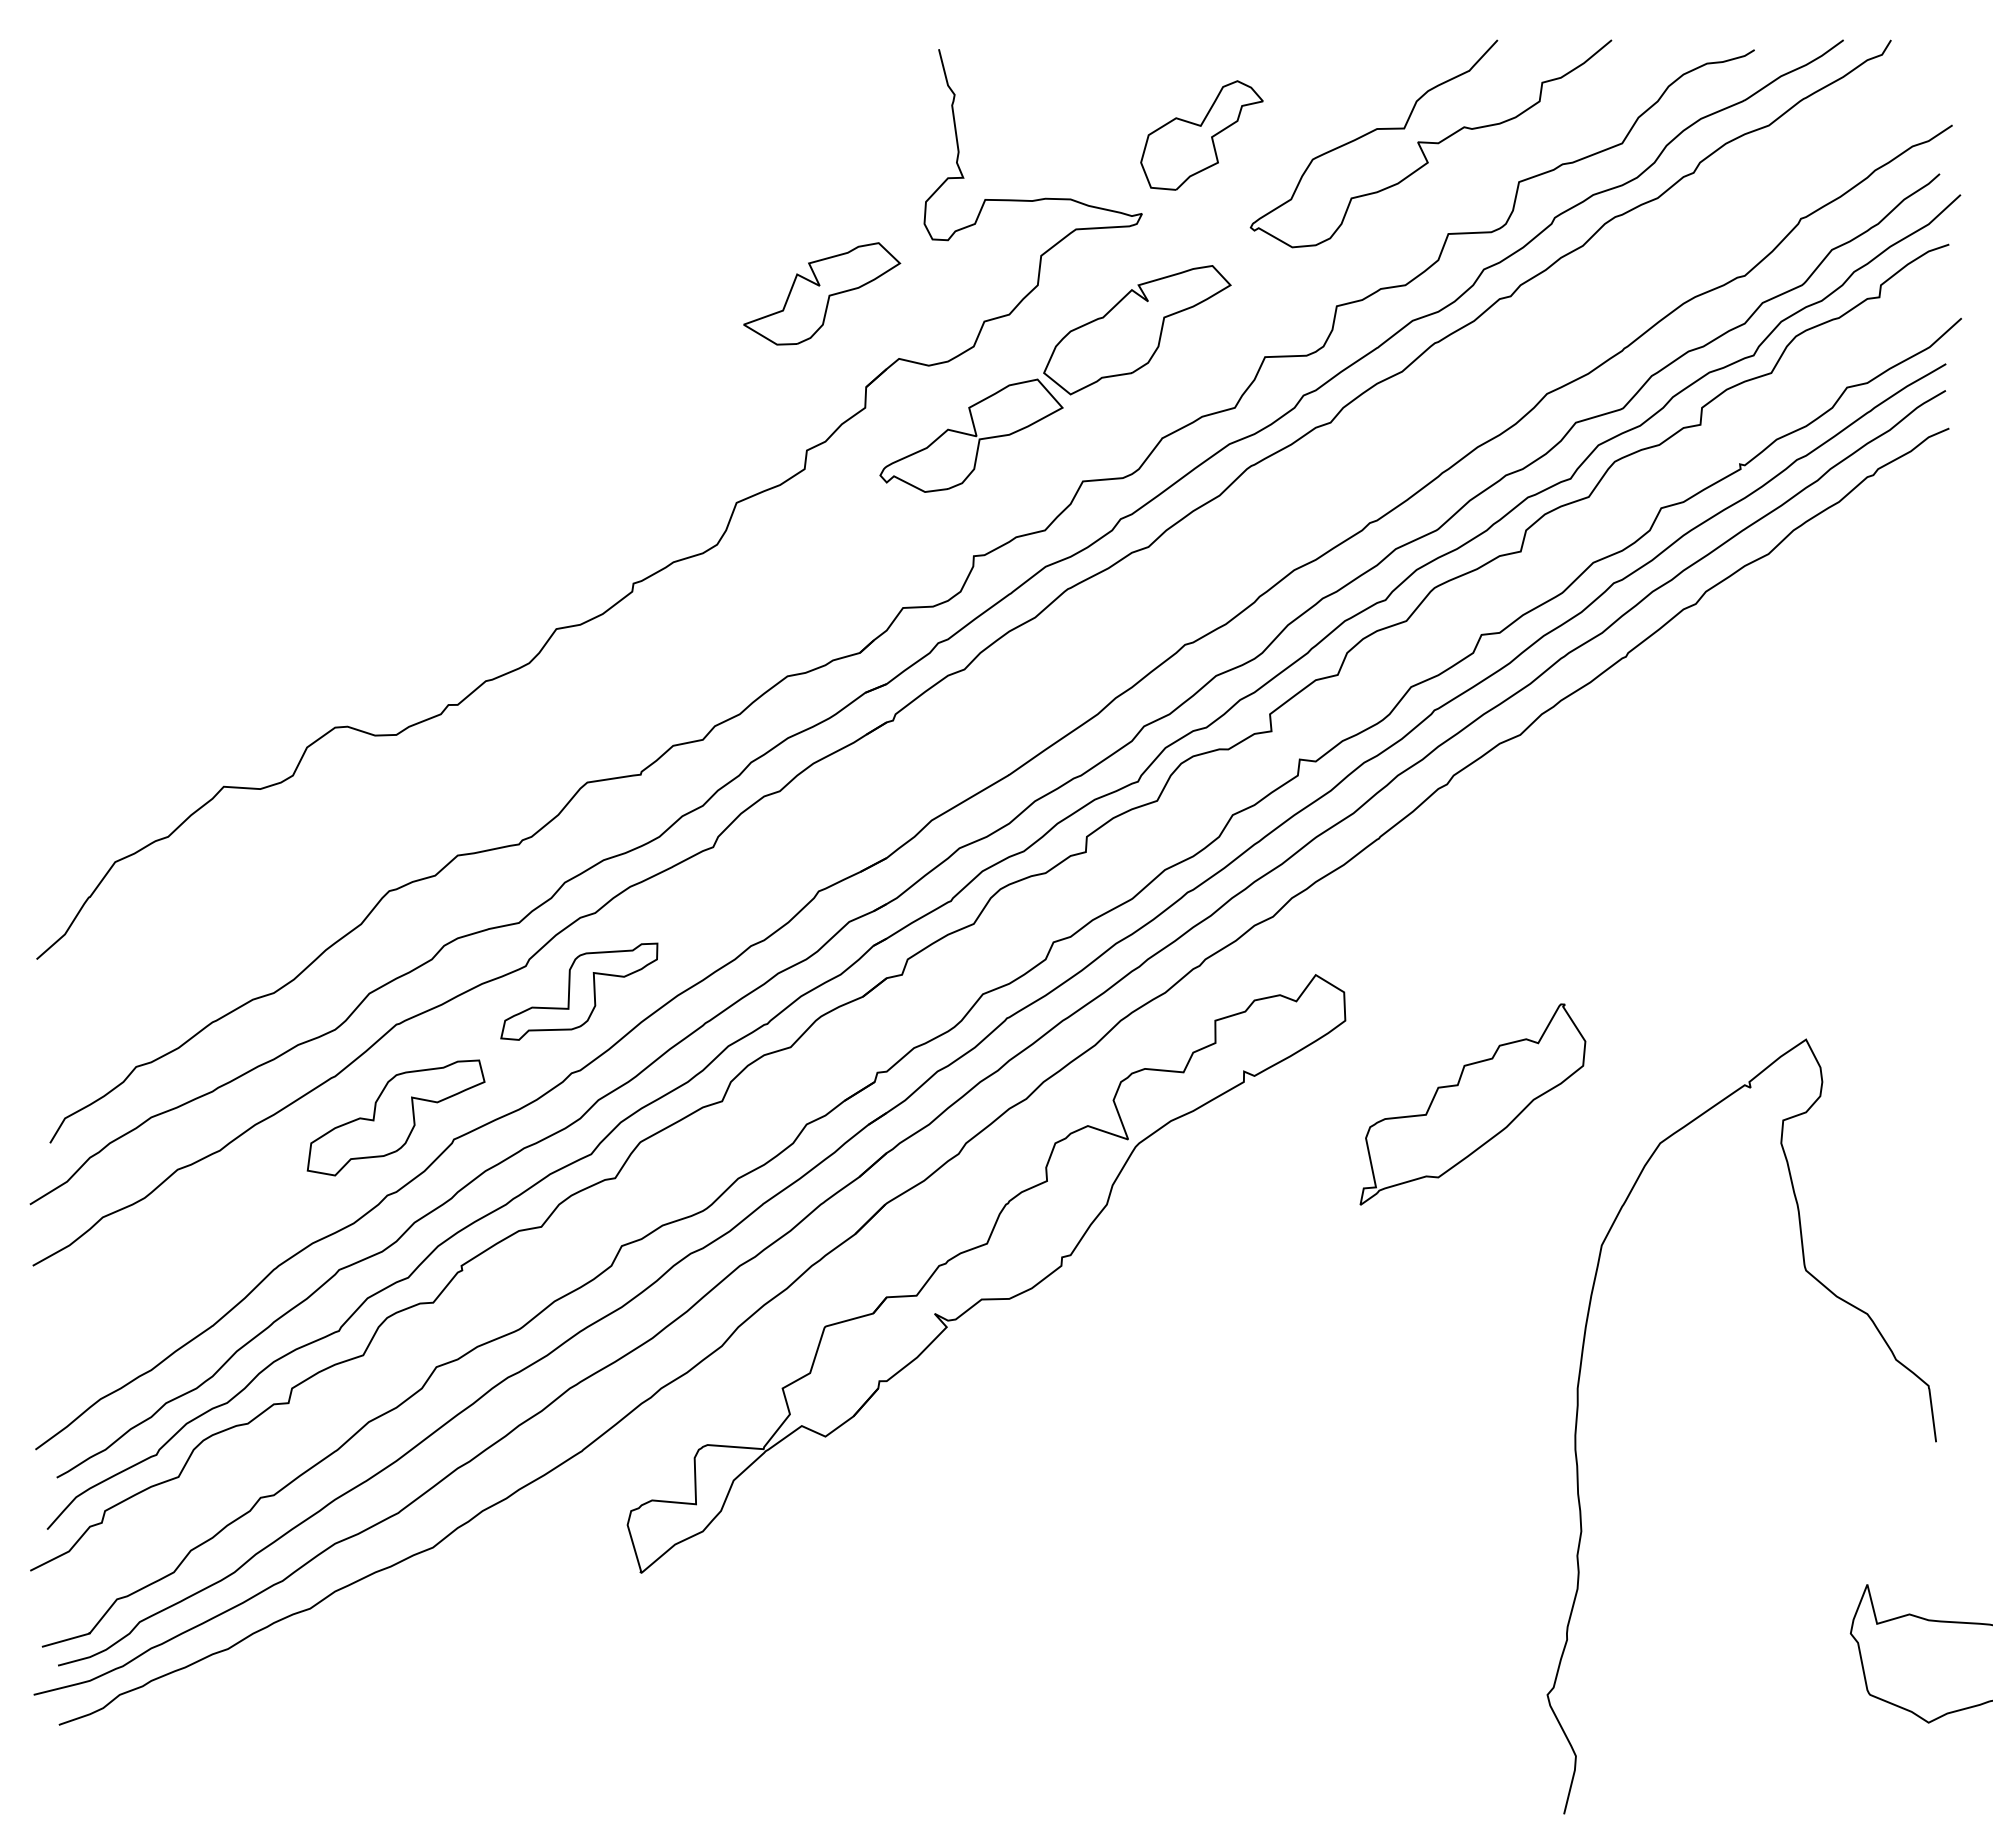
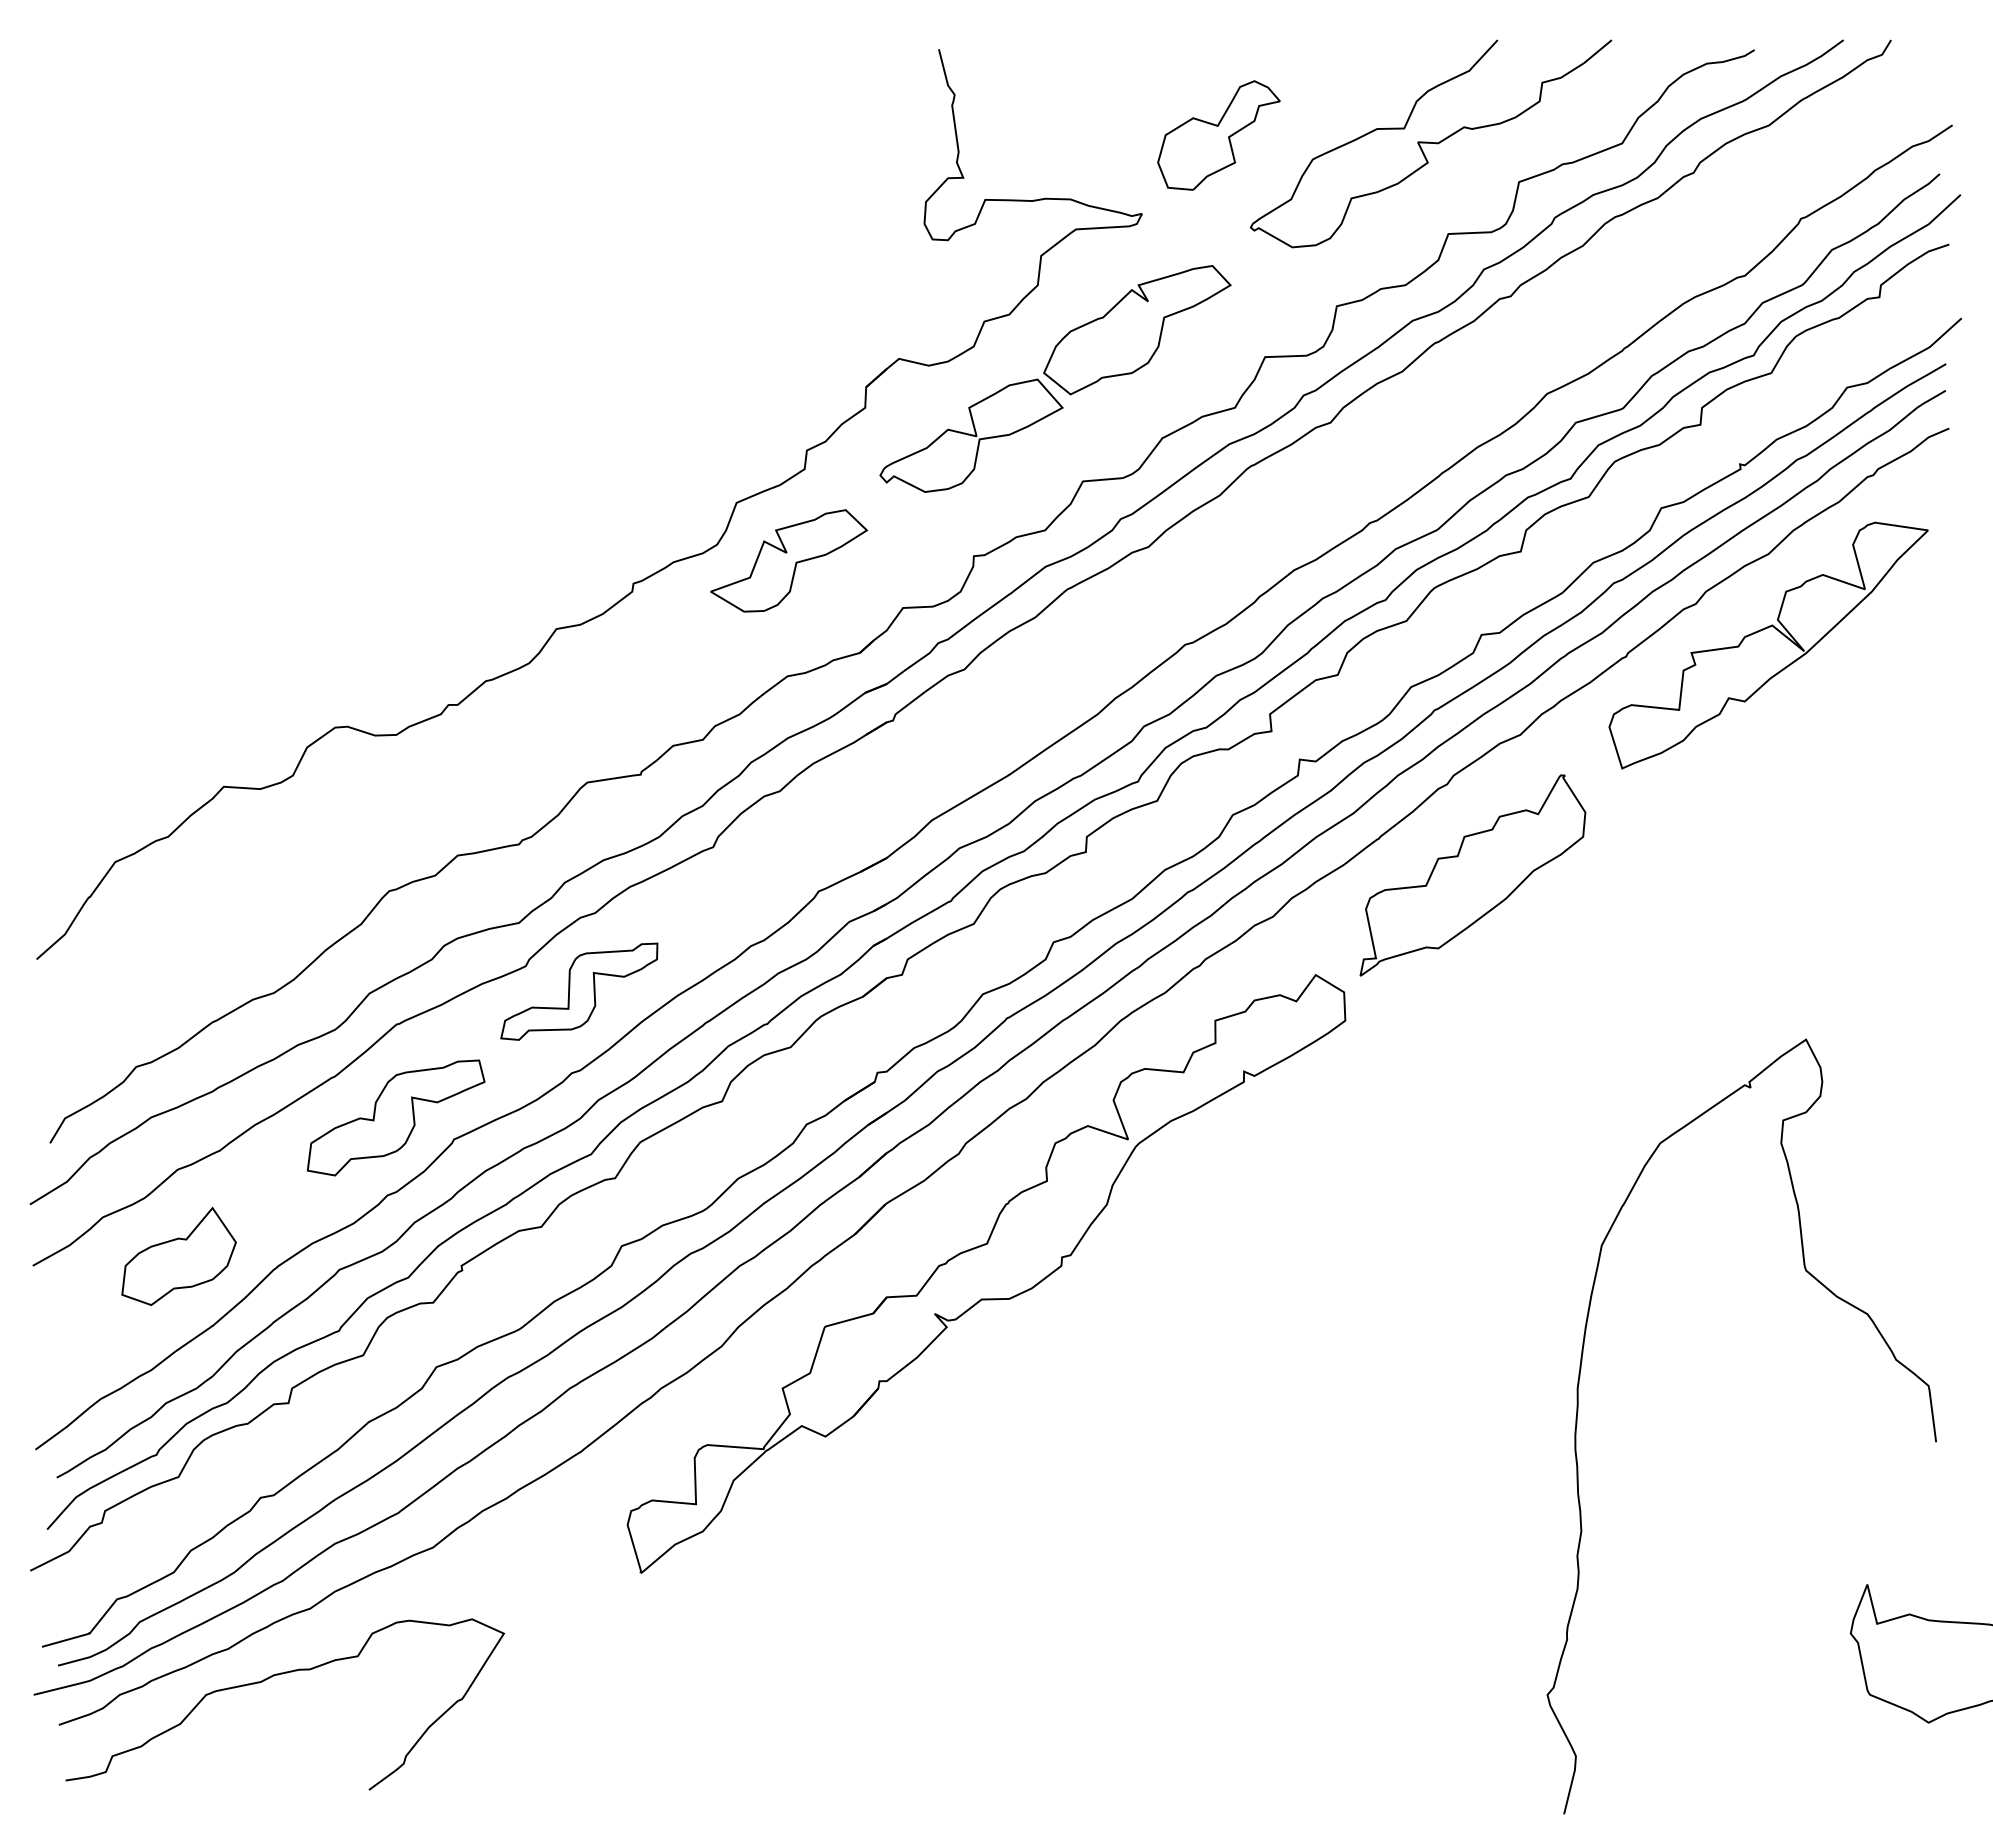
part at (1201, 135) position: (1201, 135) -> (1218, 135)
part at (822, 293) position: (822, 293) -> (789, 560)
part at (1768, 645): none -> present
part at (1472, 1104) position: (1472, 1104) -> (1472, 875)
part at (178, 1255): none -> present
curve at (278, 1675): none -> present
